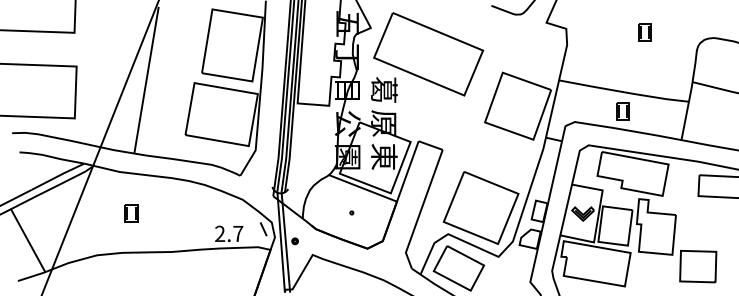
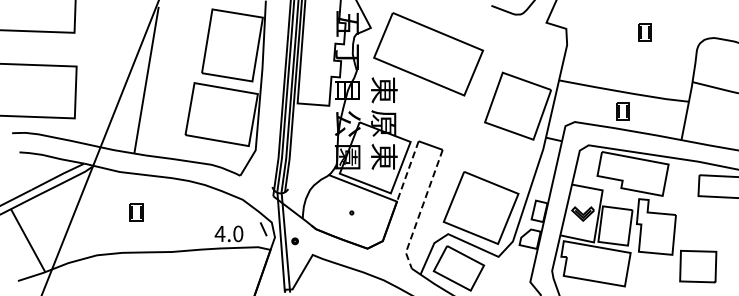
text at (384, 90): 葛 -> 東
line at (407, 171): solid -> dashed
line at (420, 210): solid -> dashed
part at (131, 213) position: (131, 213) -> (136, 212)
text at (228, 233): 2.7 -> 4.0
